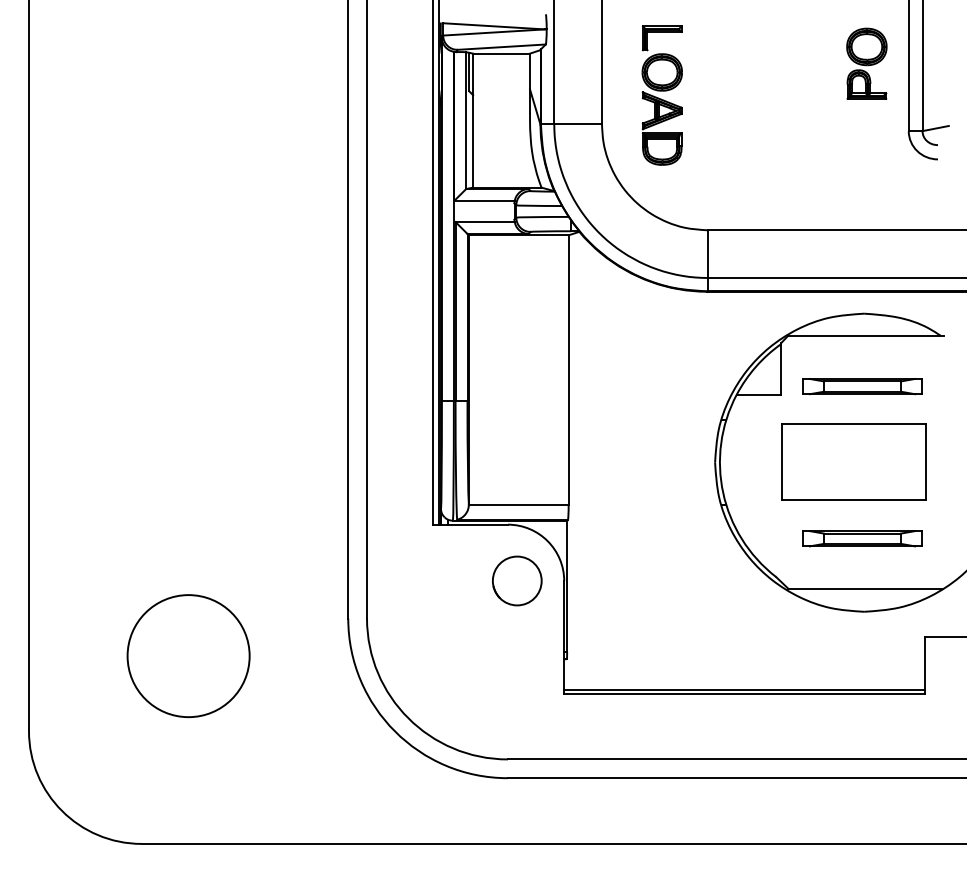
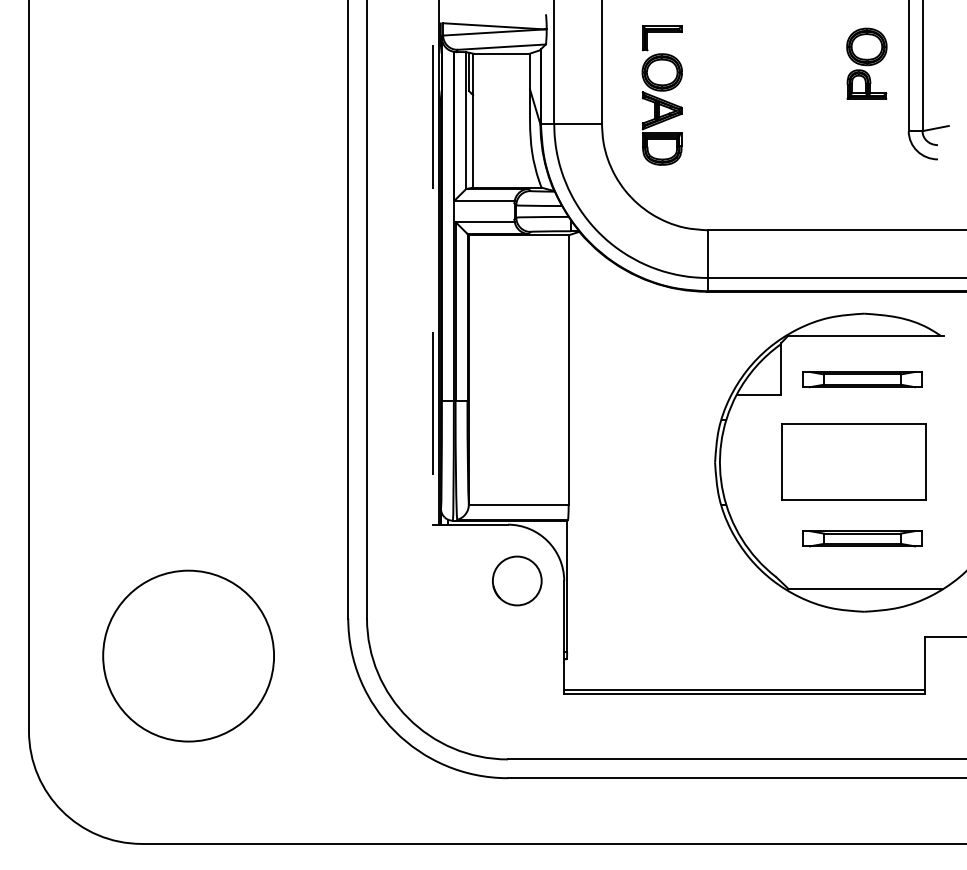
line at (432, 262): solid -> dashed
part at (862, 386) position: (862, 386) -> (862, 379)
circle at (188, 656) diameter: 122 px -> 171 px
